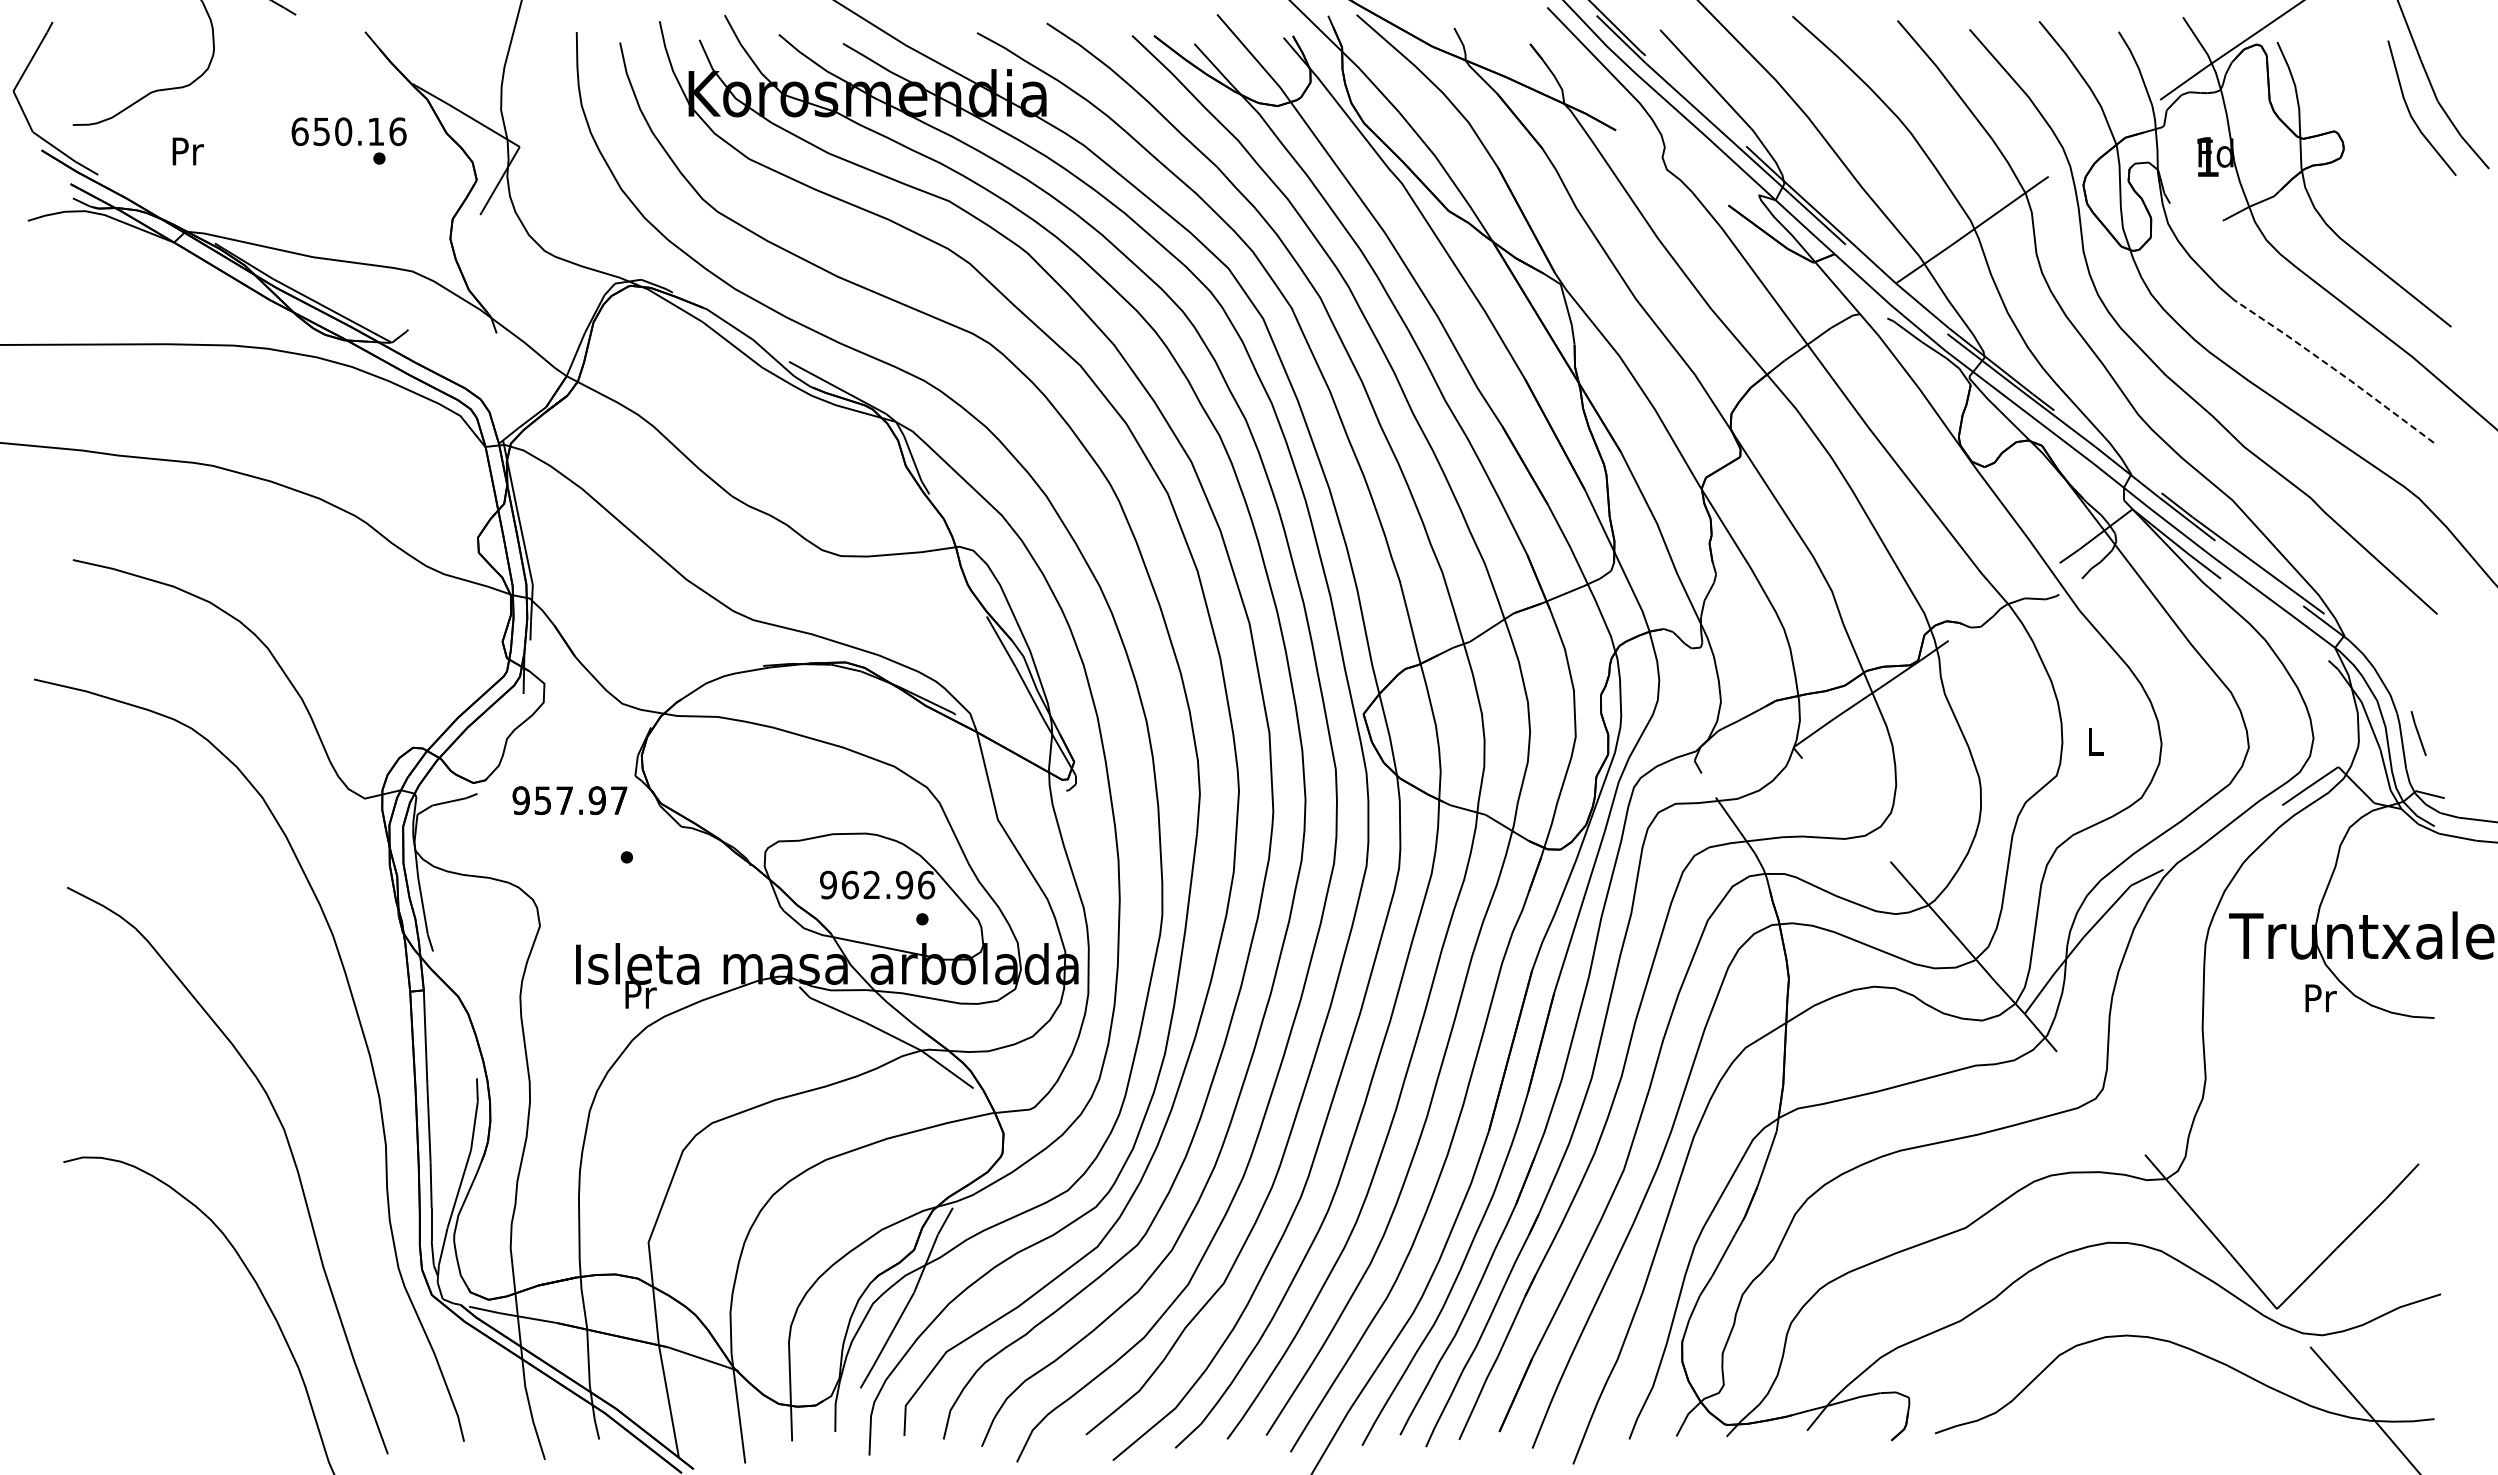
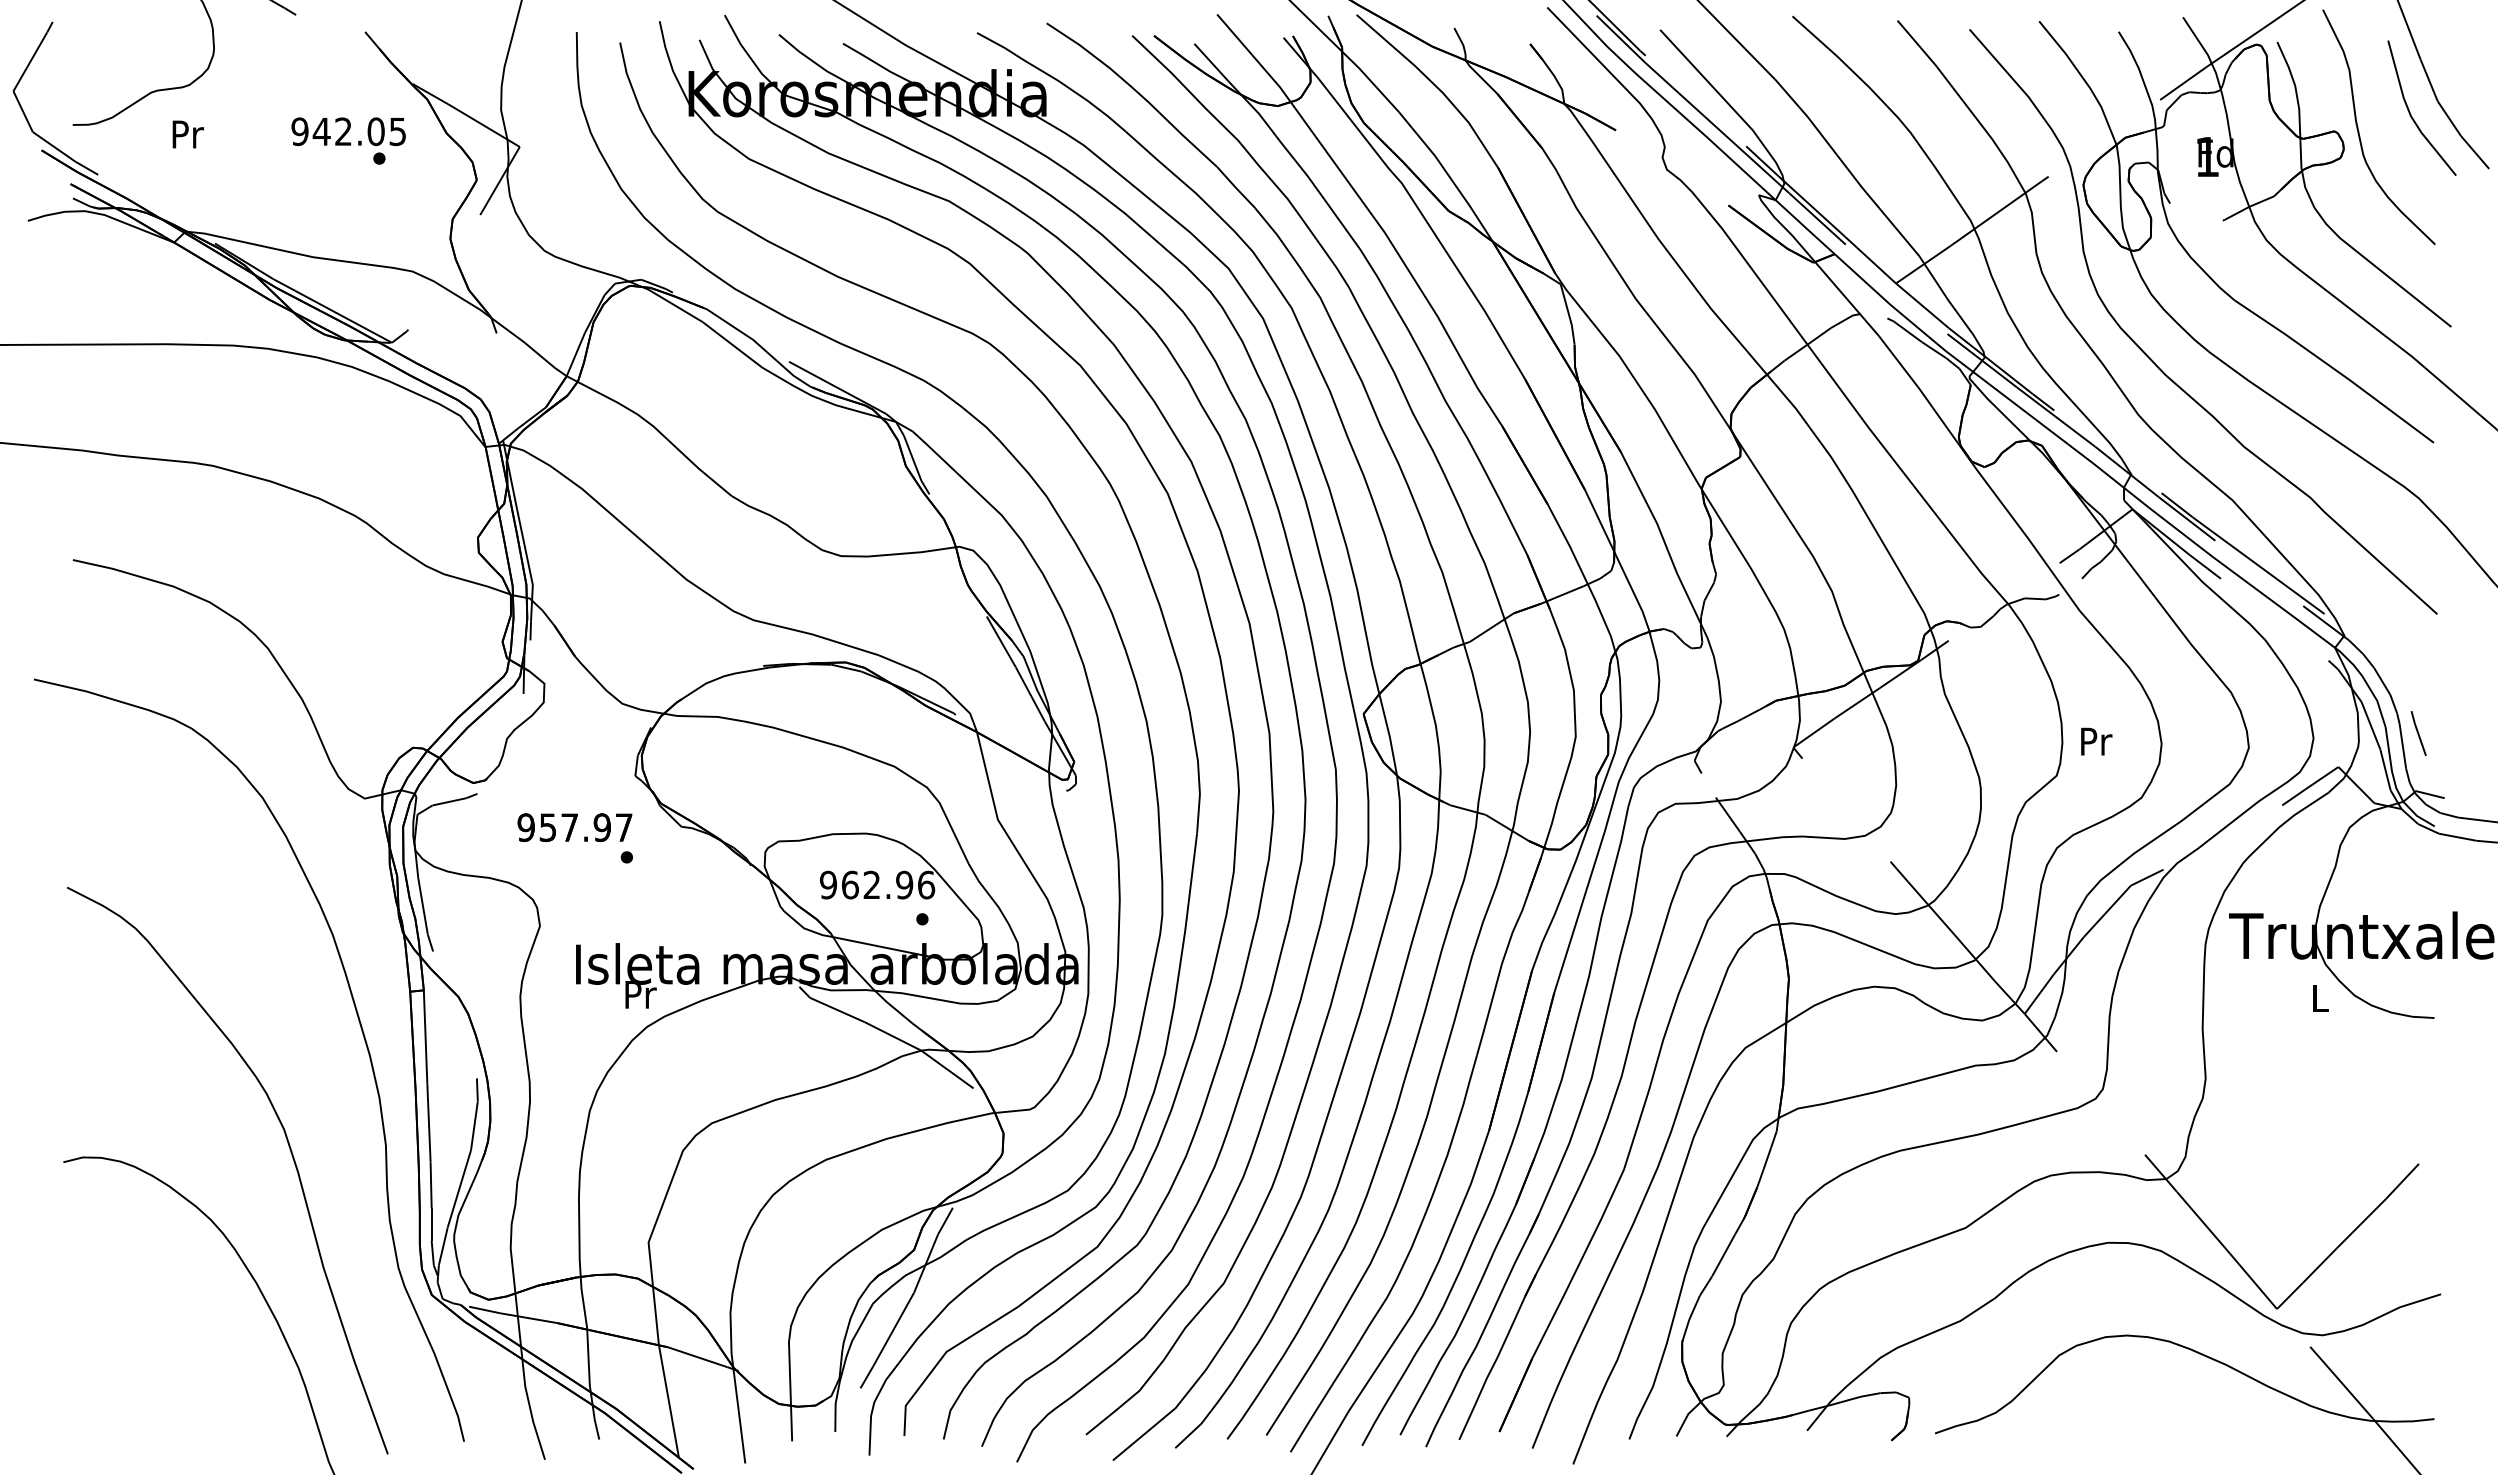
text at (348, 131): 650.16 -> 942.05
curve at (2359, 131): none -> present
text at (187, 151) position: (187, 151) -> (187, 134)
line at (2335, 369): dashed -> solid
text at (2096, 741): L -> Pr
text at (569, 800) position: (569, 800) -> (574, 827)
text at (2320, 998): Pr -> L
